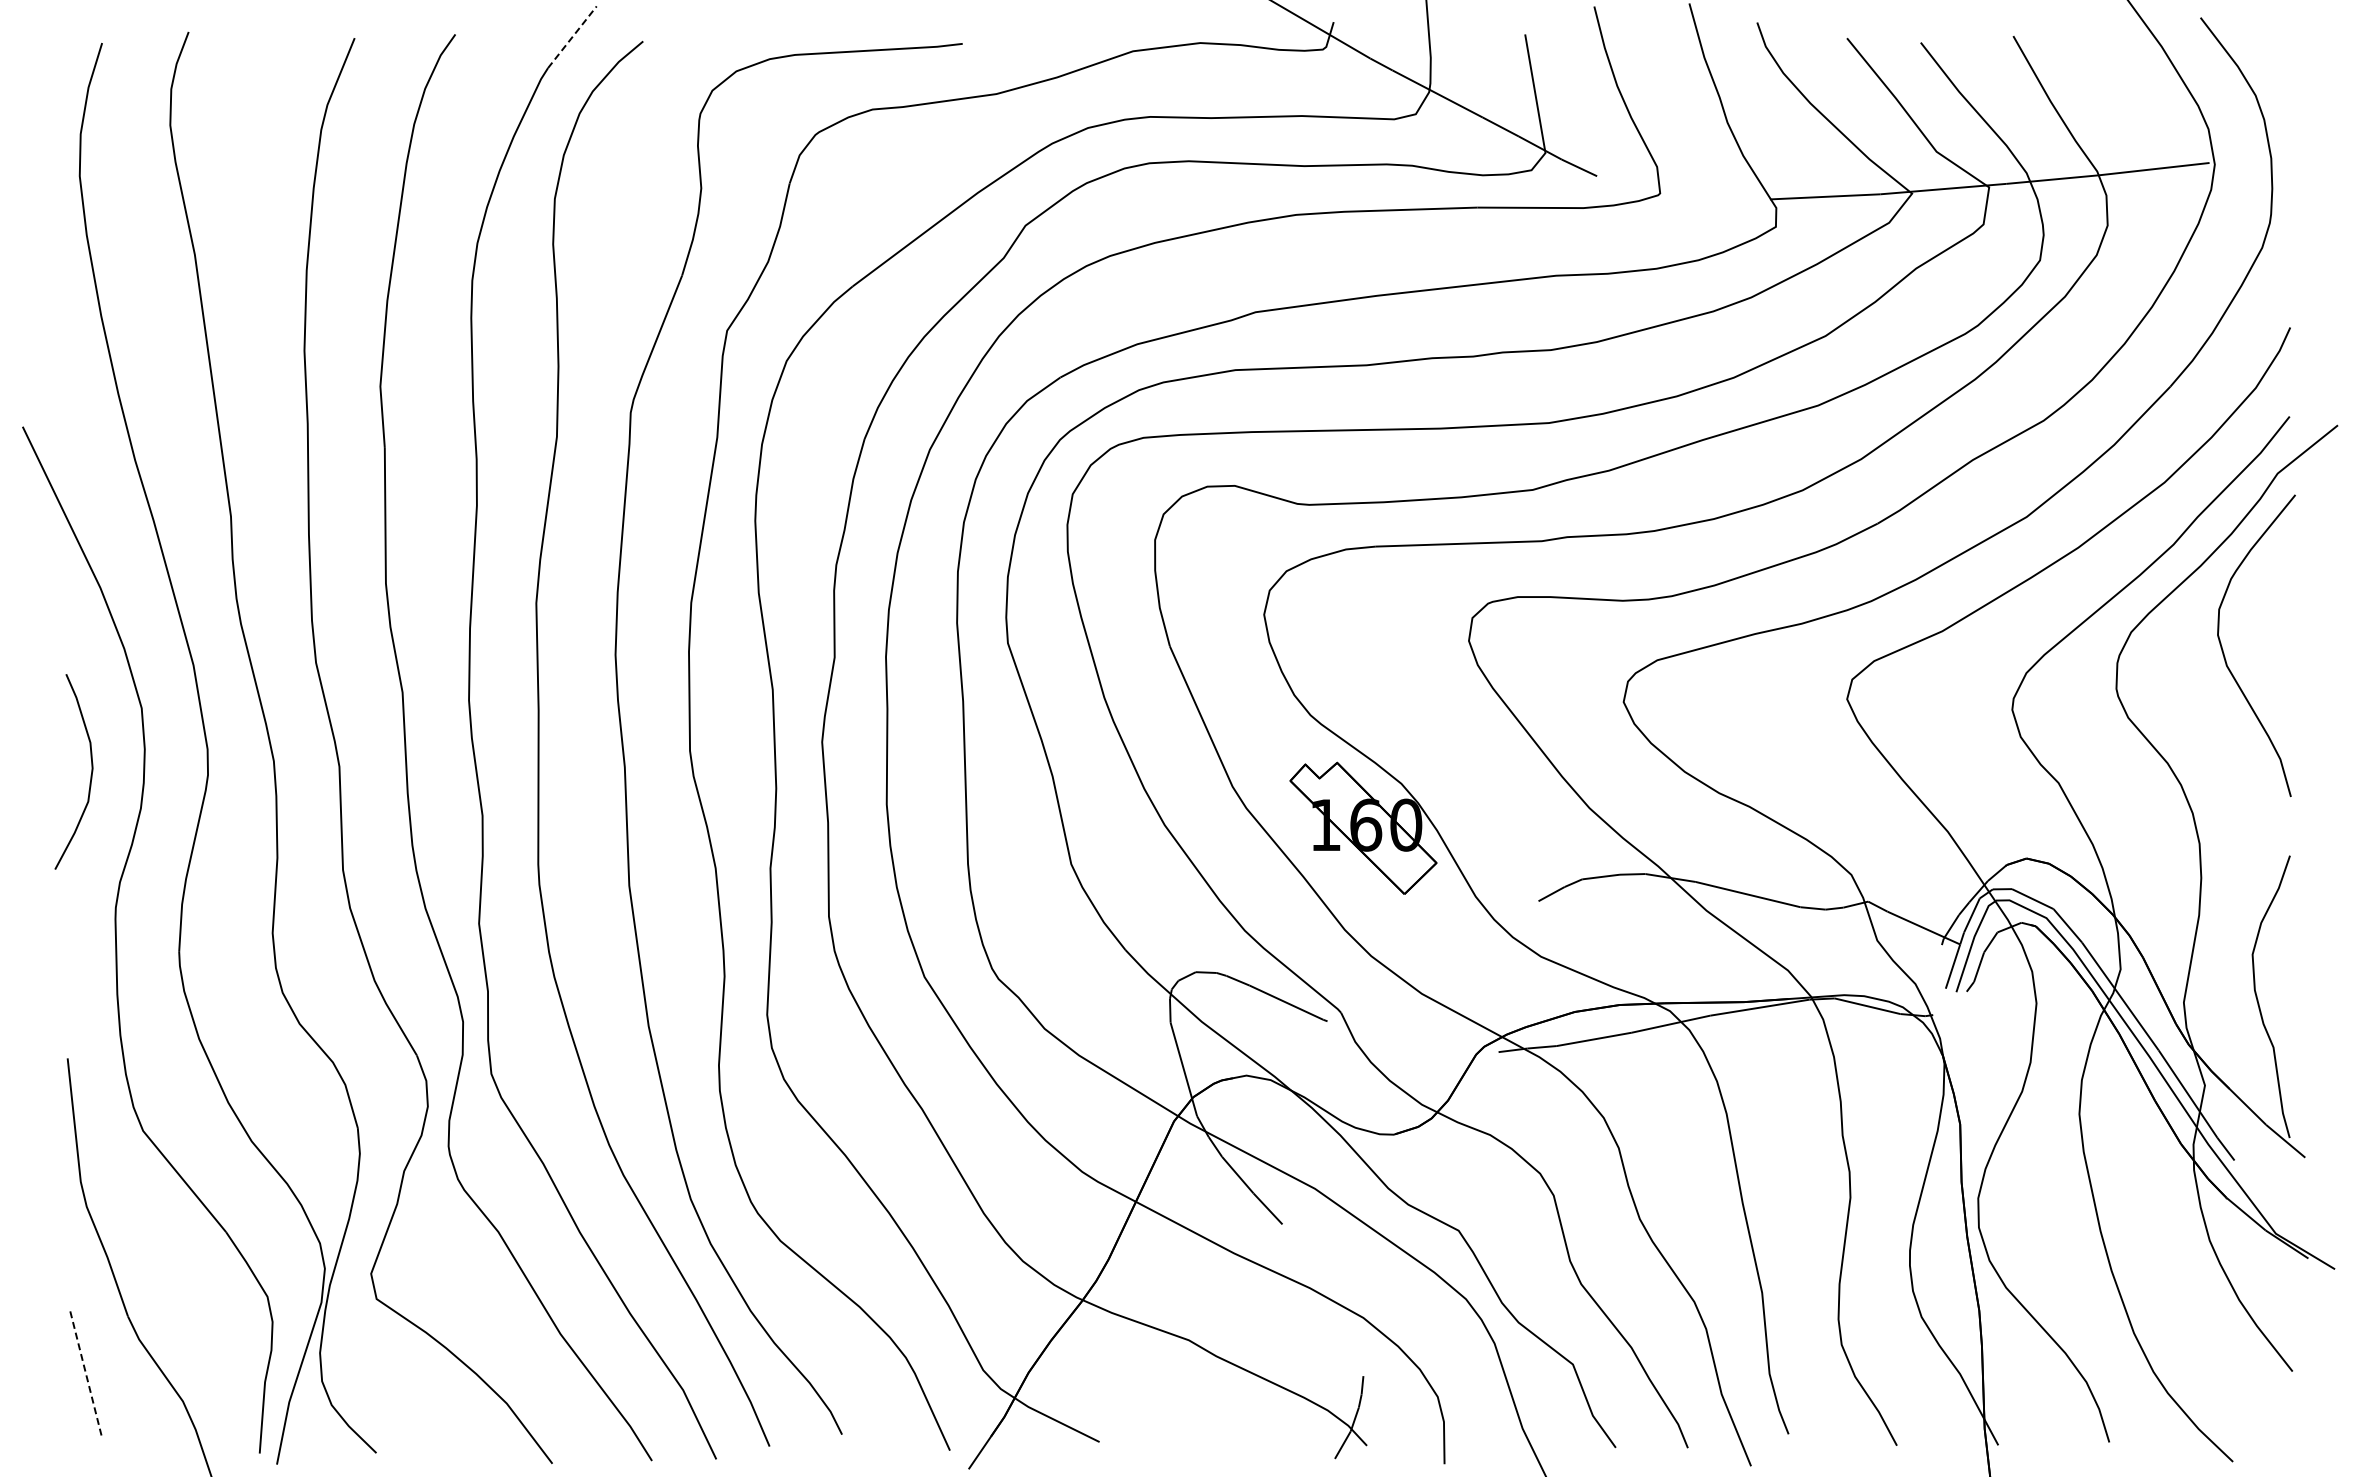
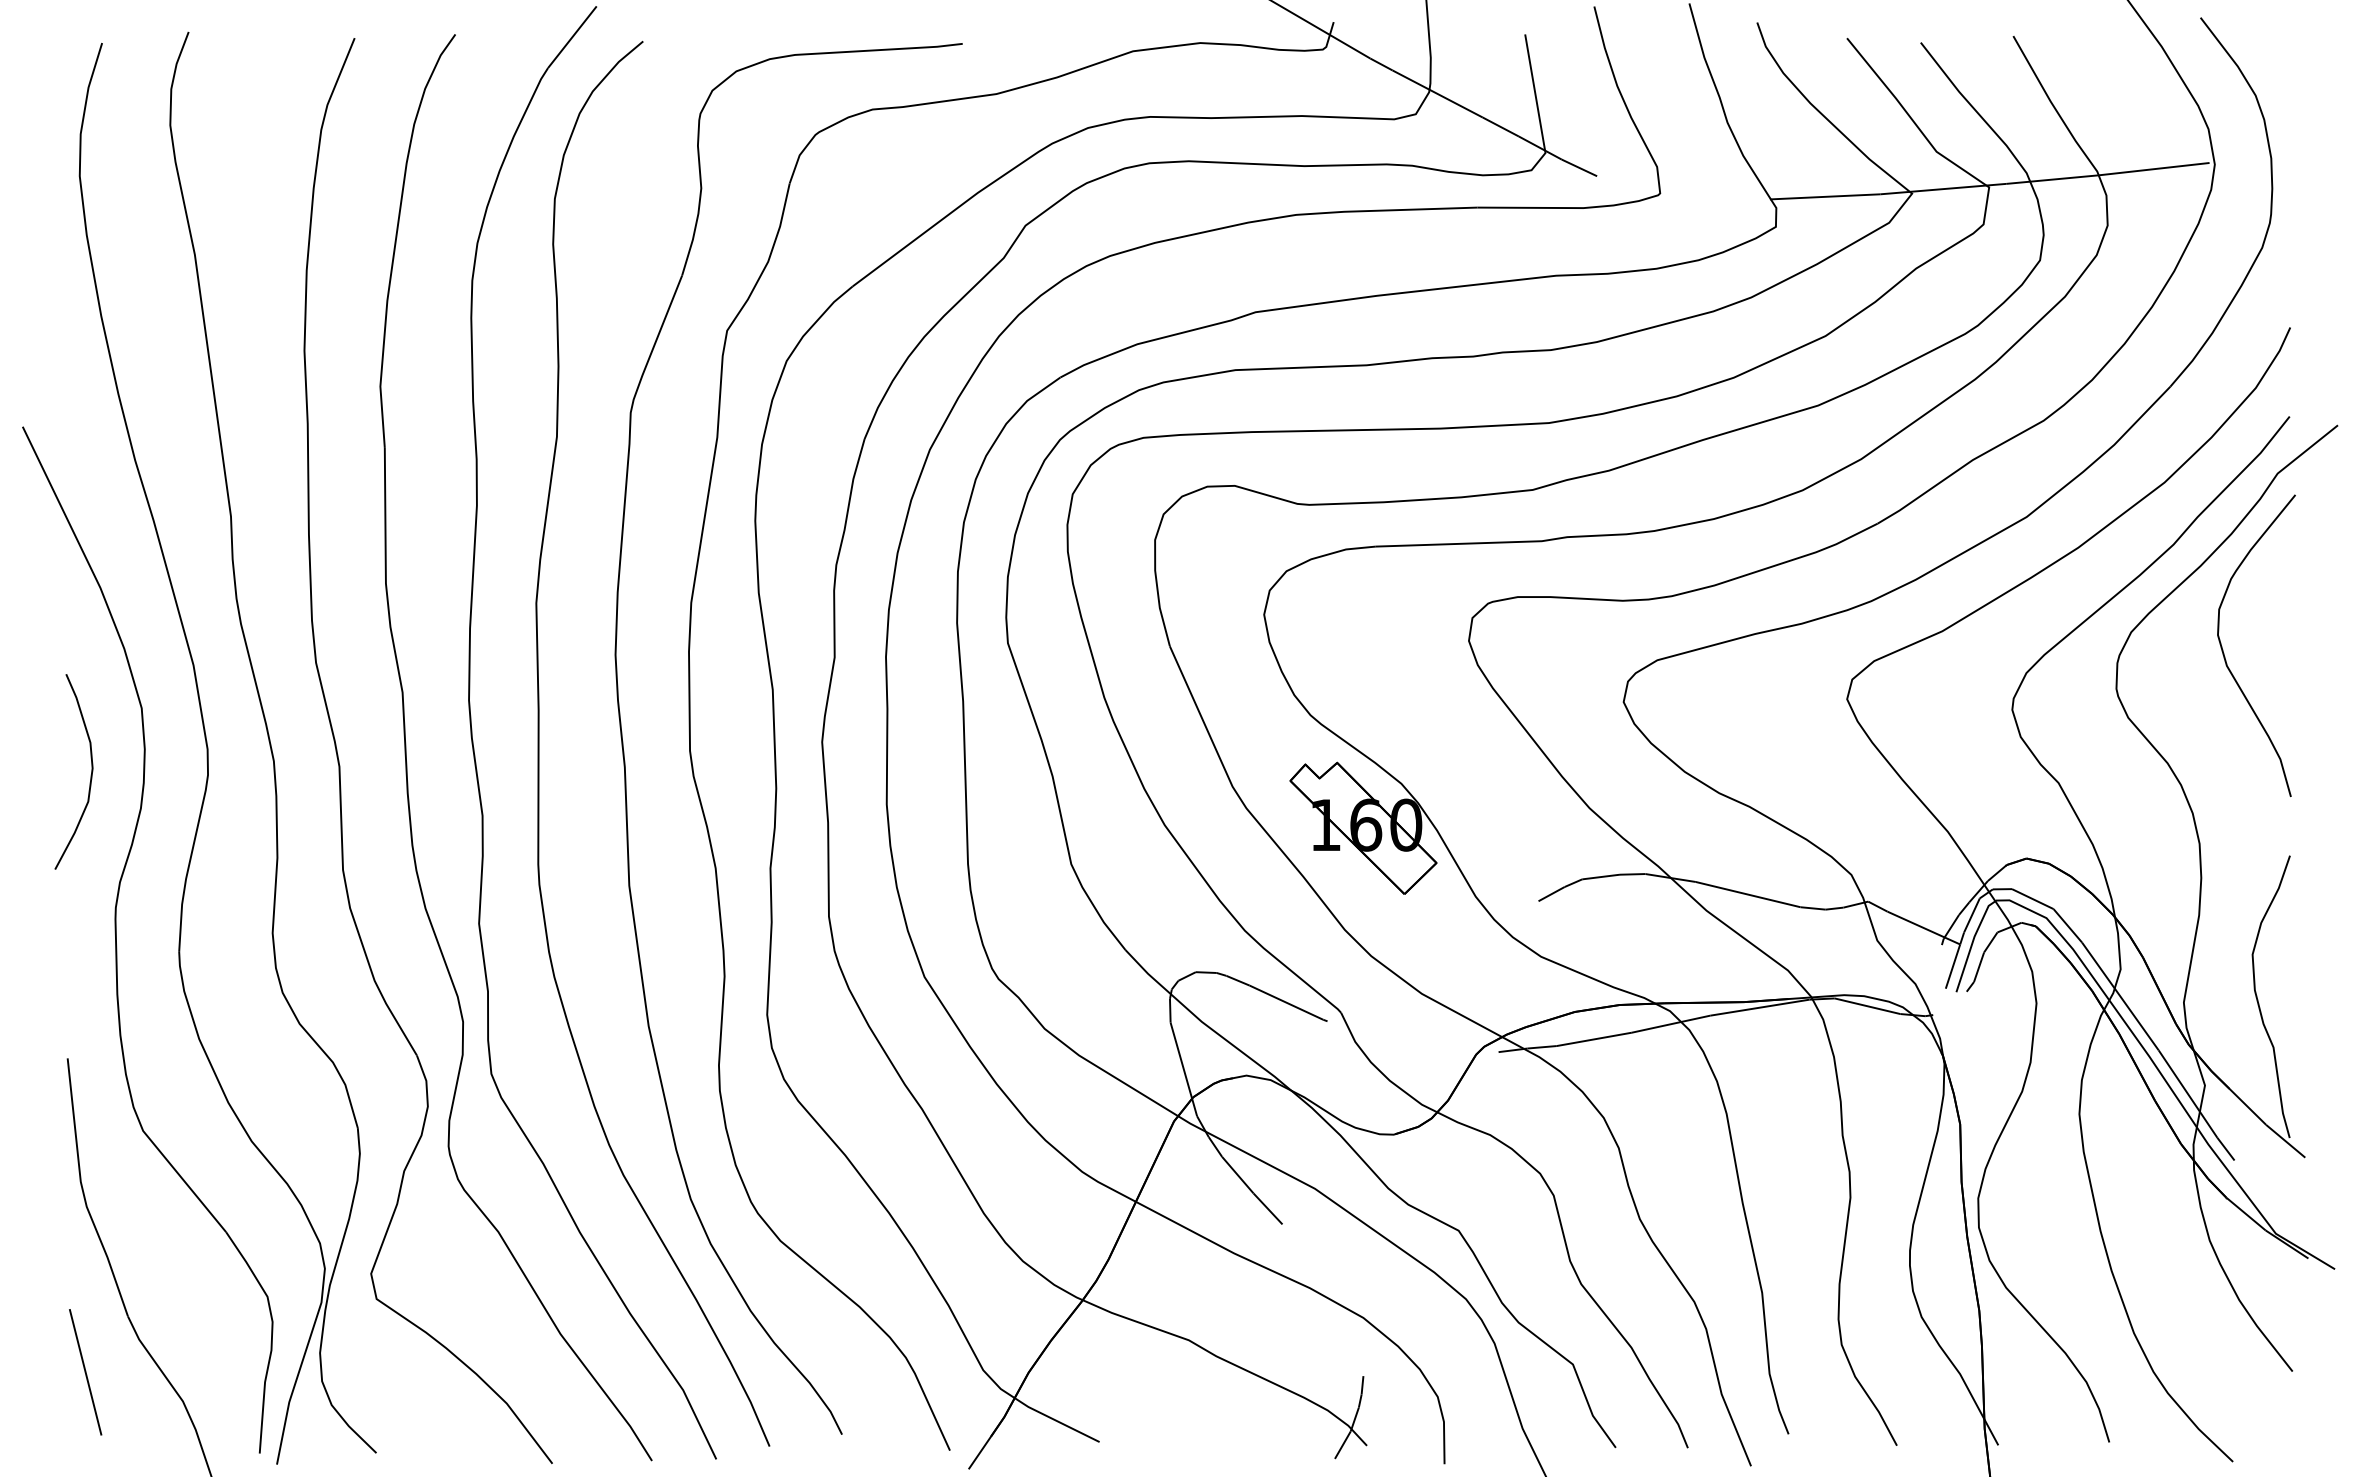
line at (572, 36): dashed -> solid
line at (85, 1371): dashed -> solid
